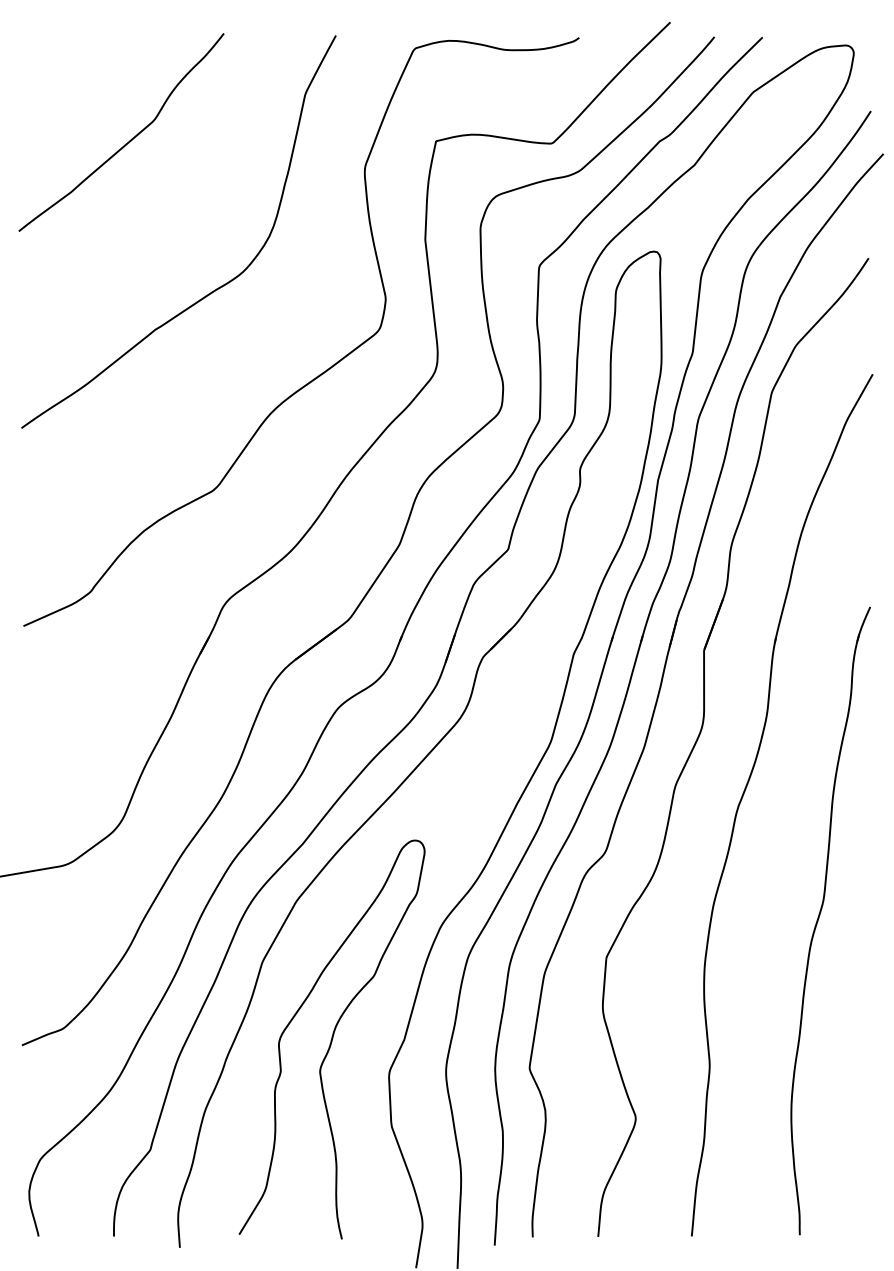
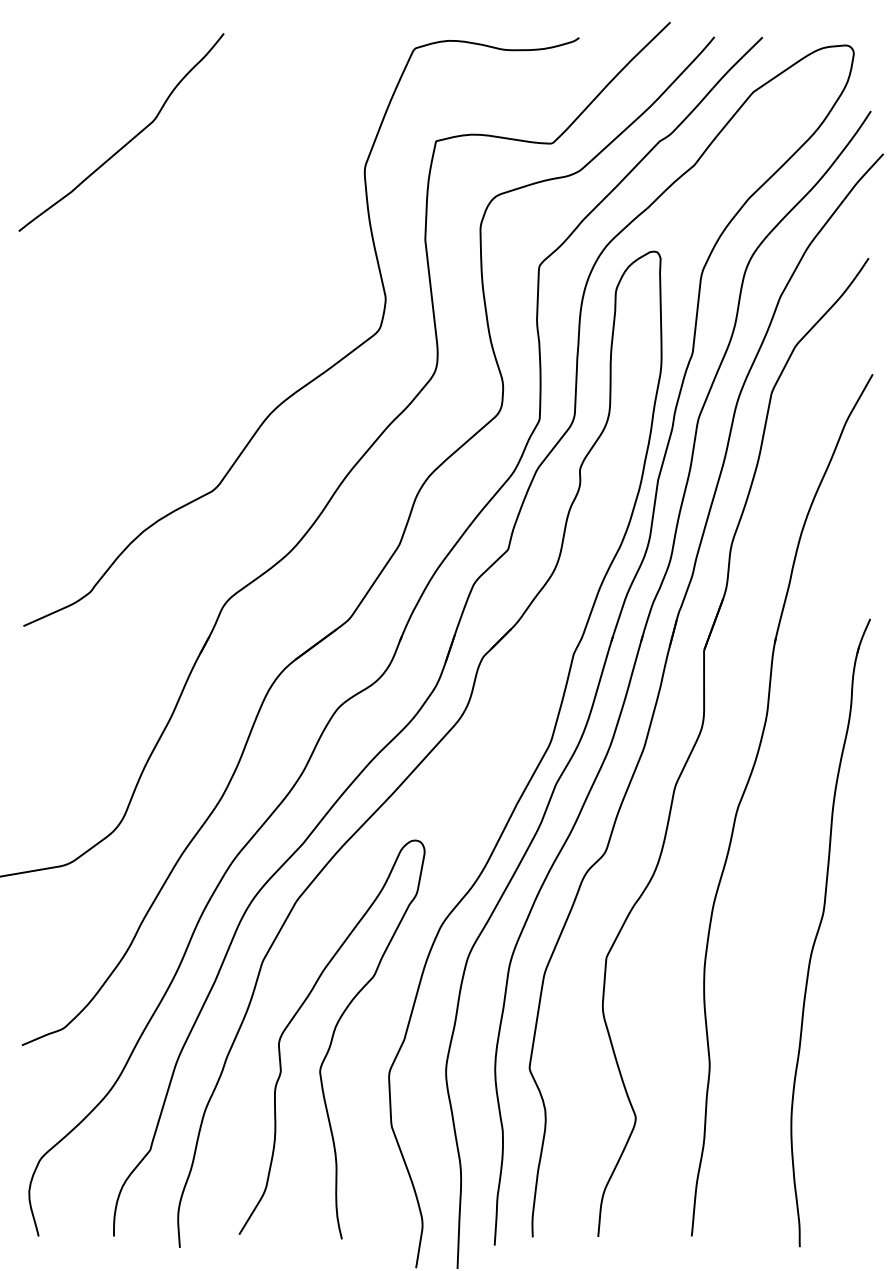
curve at (214, 289): present -> none
part at (820, 915) position: (820, 915) -> (820, 927)
